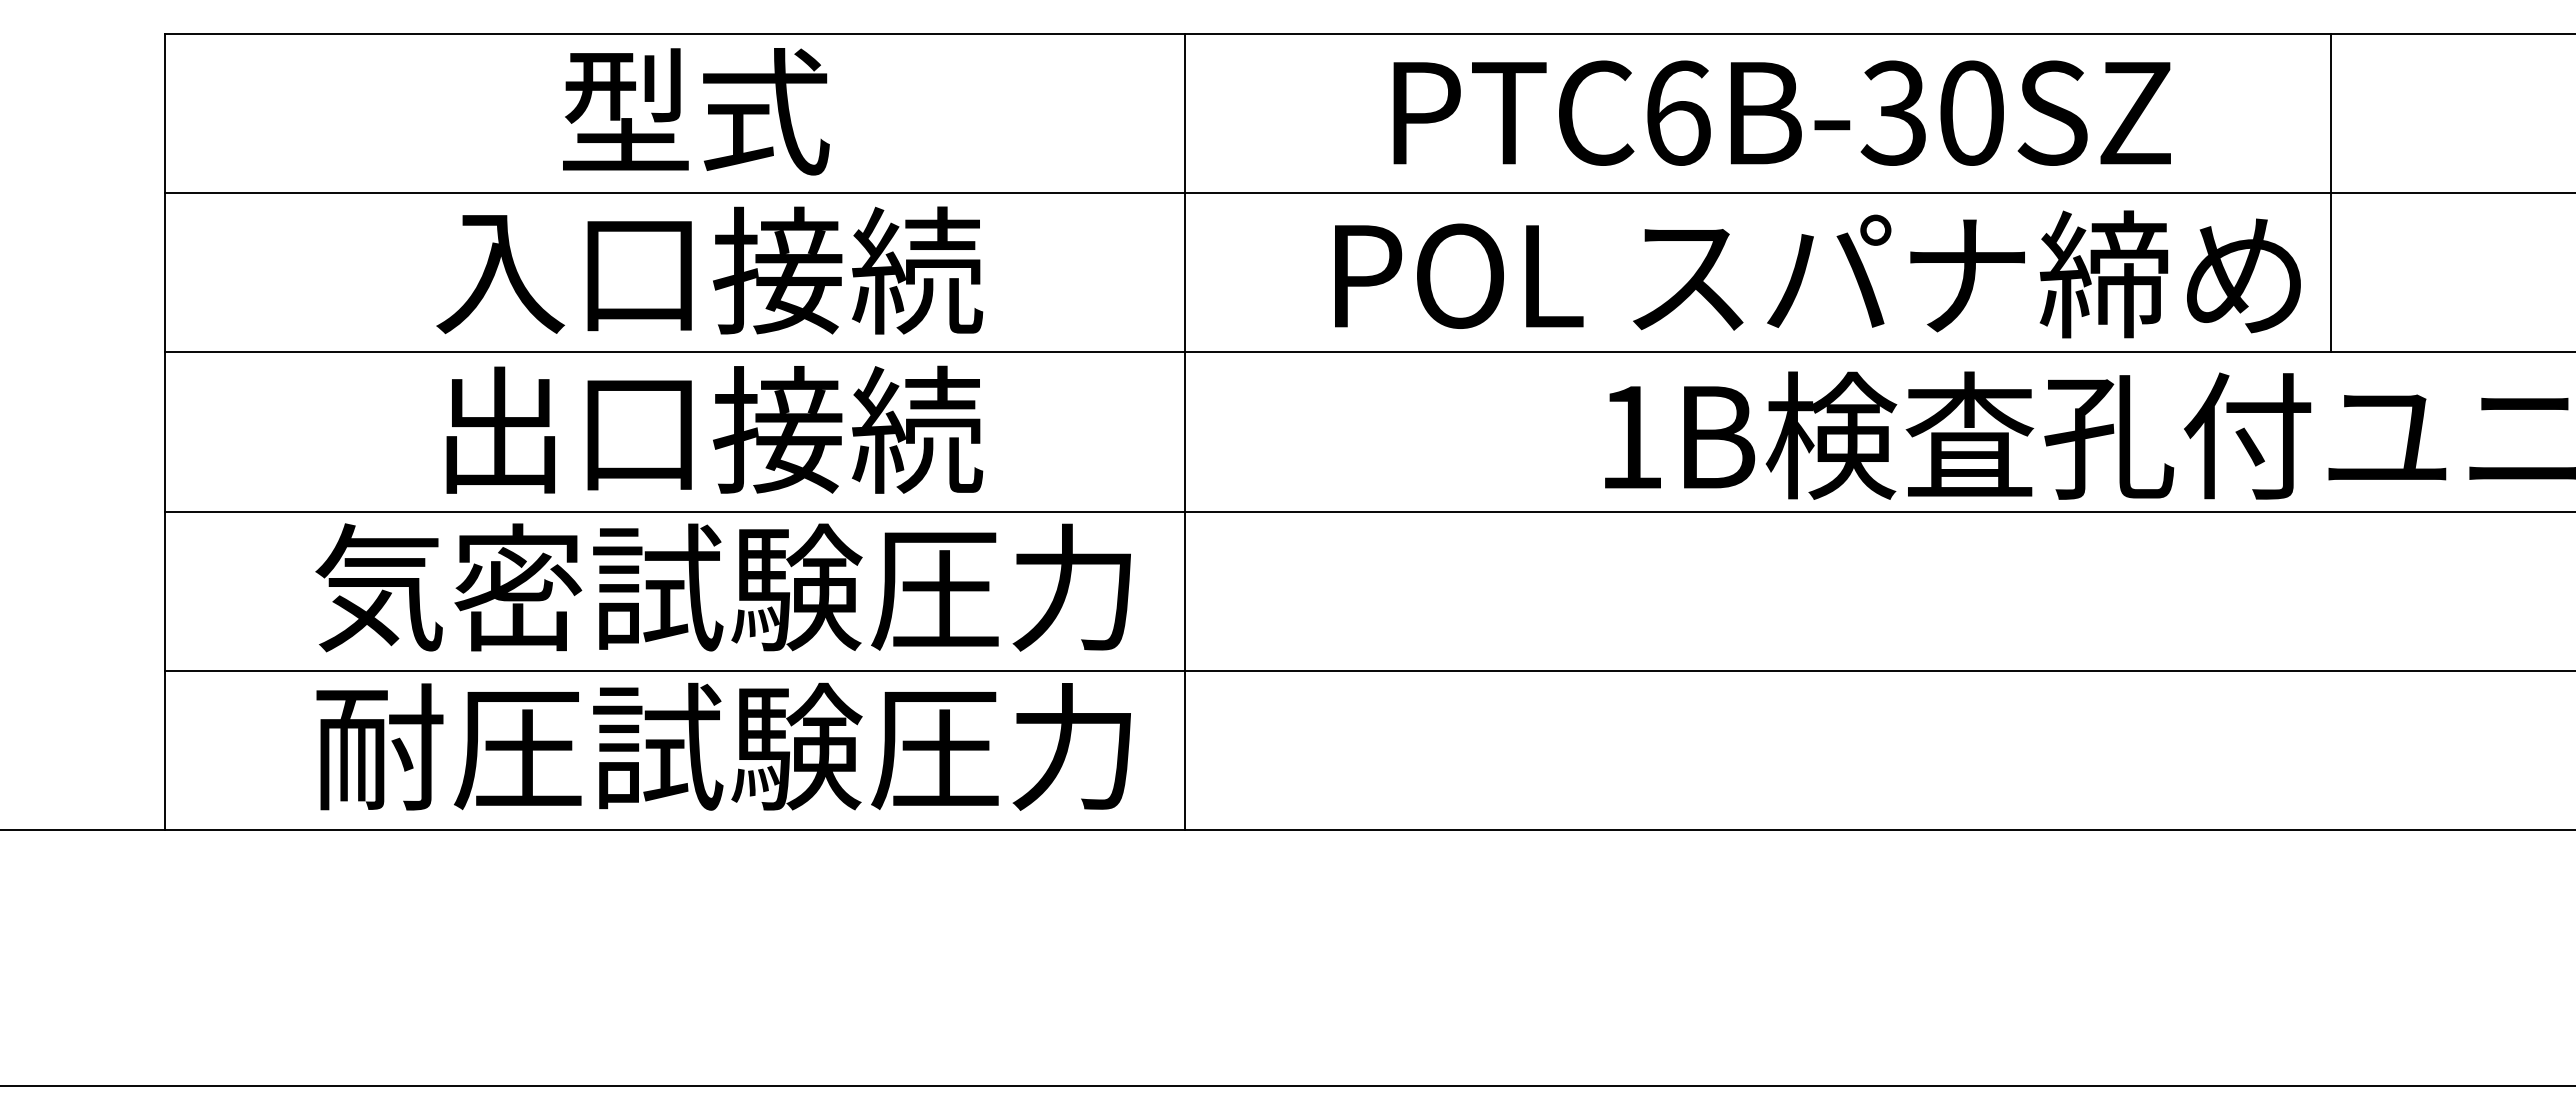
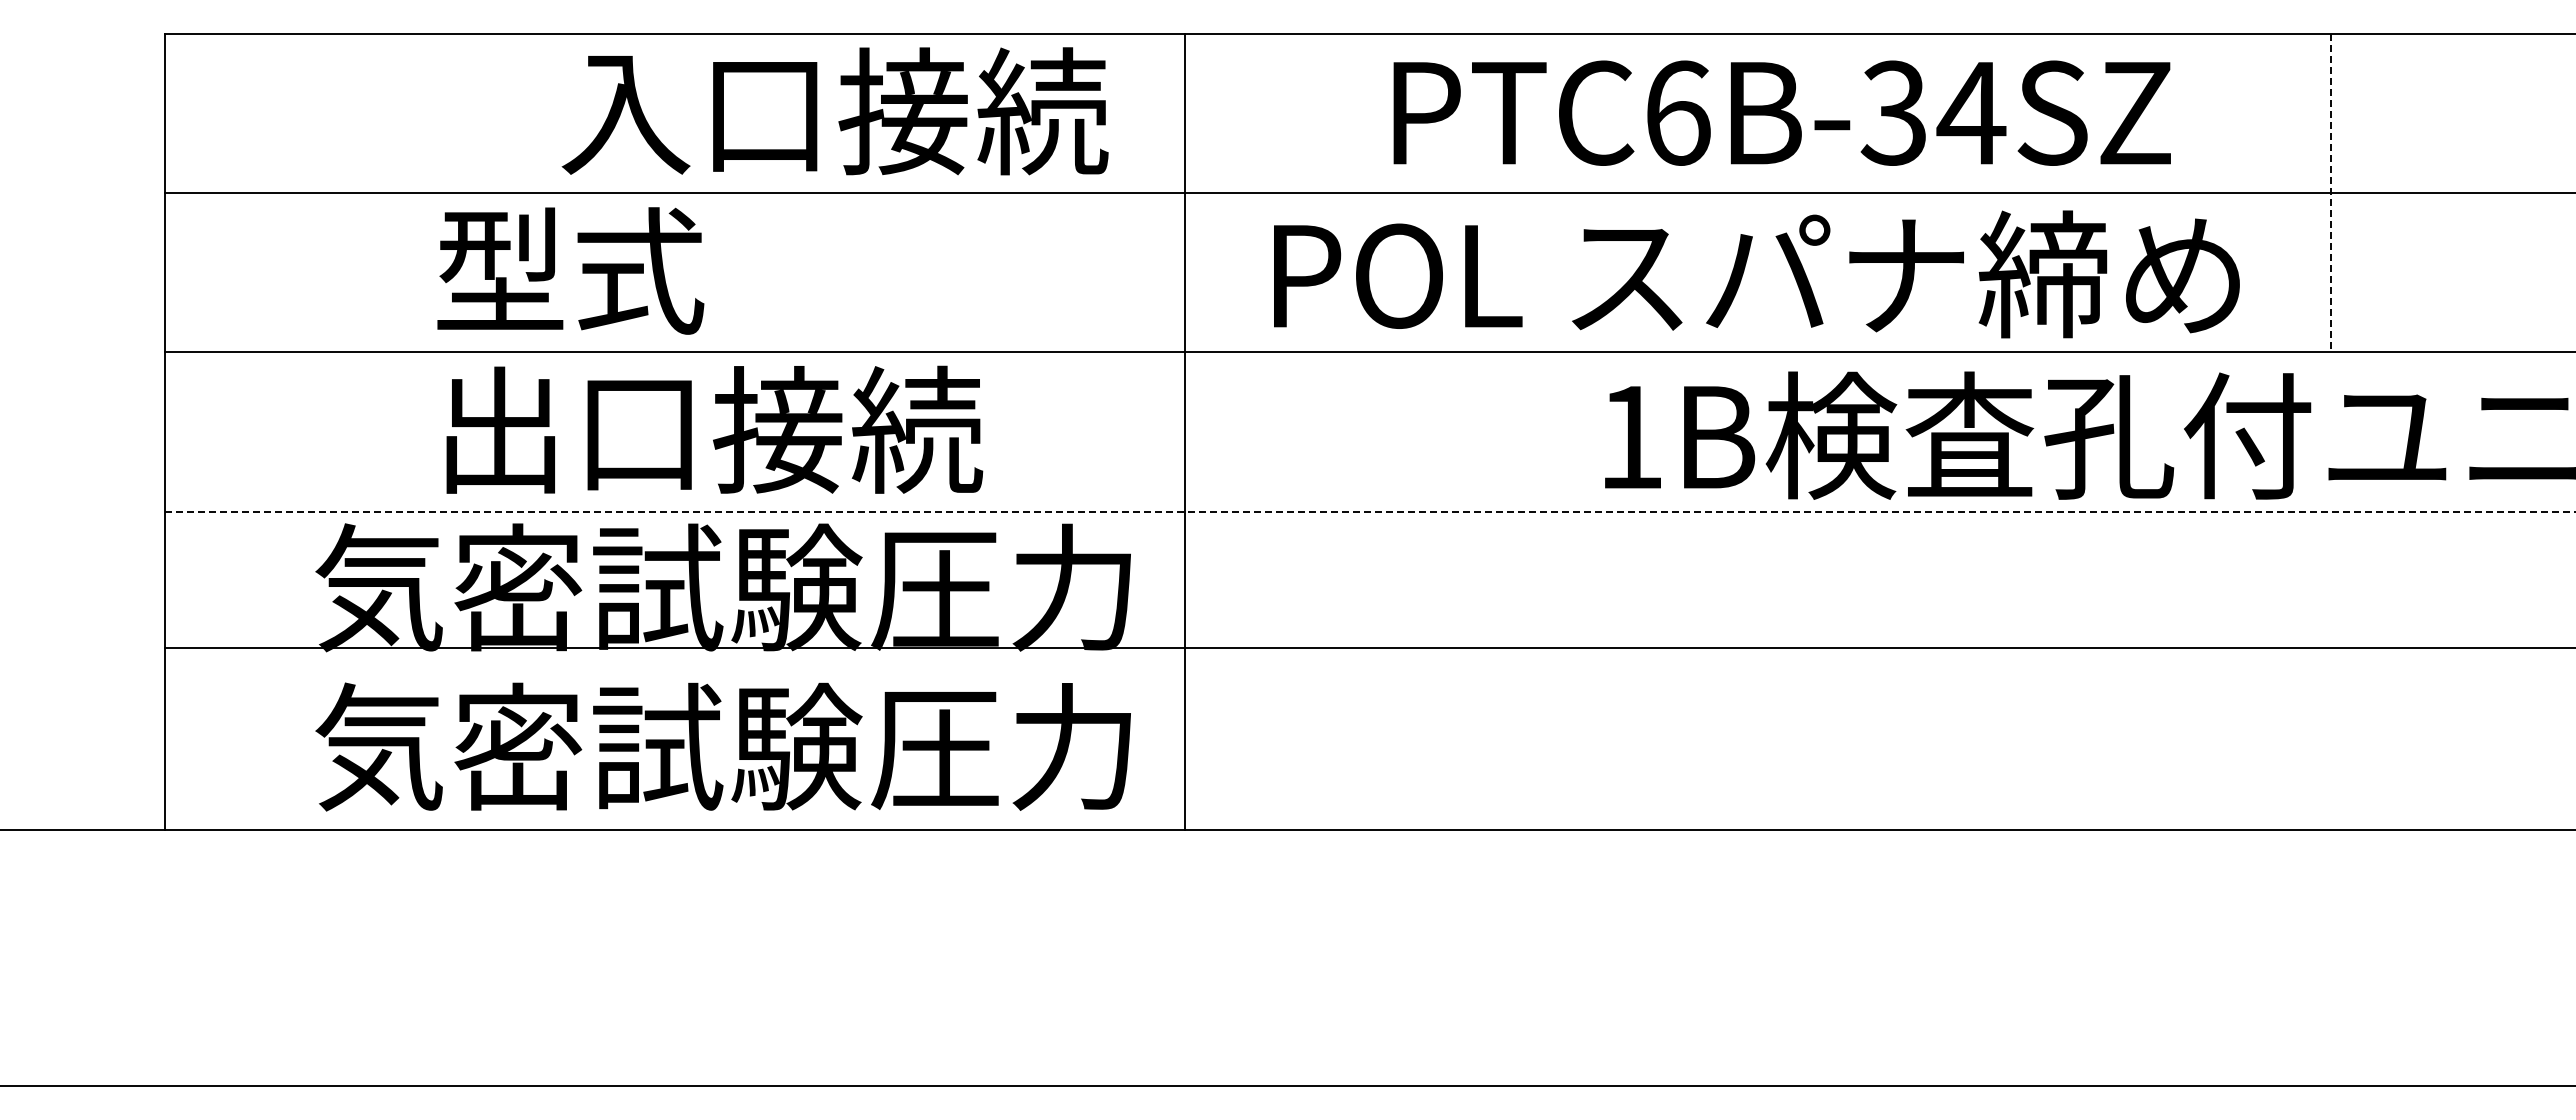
text at (834, 111): 型式 -> 入口接続
text at (1971, 112): PTC6B-30SZ -> PTC6B-34SZ
line at (2331, 193): solid -> dashed
text at (709, 270): 入口接続 -> 型式
text at (1817, 274) position: (1817, 274) -> (1756, 274)
line at (1370, 511): solid -> dashed
line at (1368, 670) position: (1368, 670) -> (1368, 647)
text at (448, 746): 耐圧試験圧力 -> 気密試験圧力
